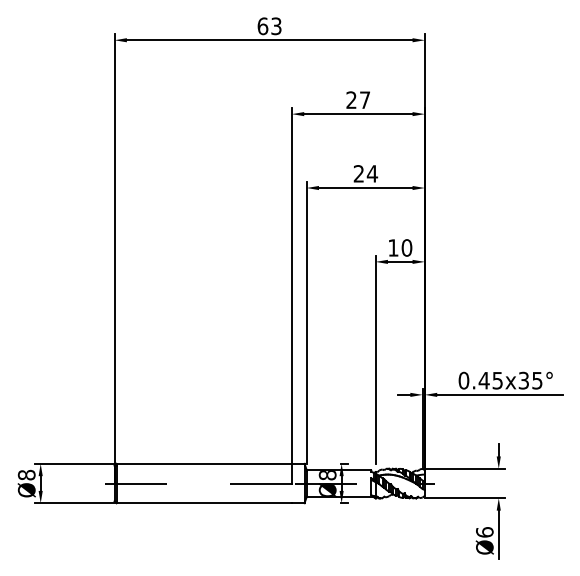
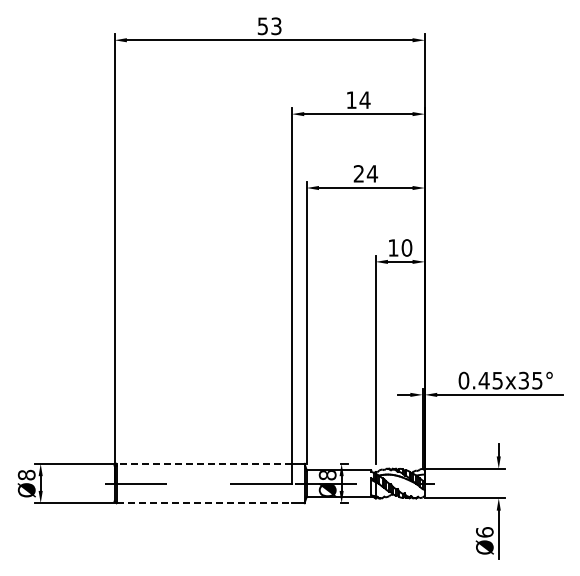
text at (262, 26): 63 -> 53
text at (358, 99): 27 -> 14
line at (204, 463): solid -> dashed
line at (204, 503): solid -> dashed
